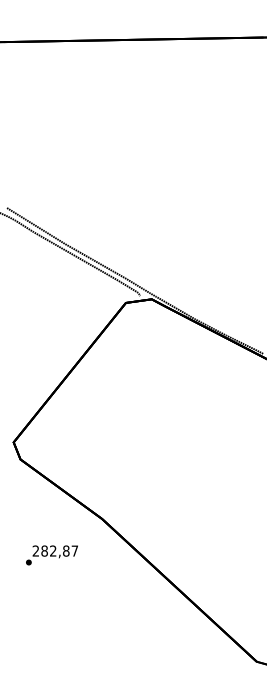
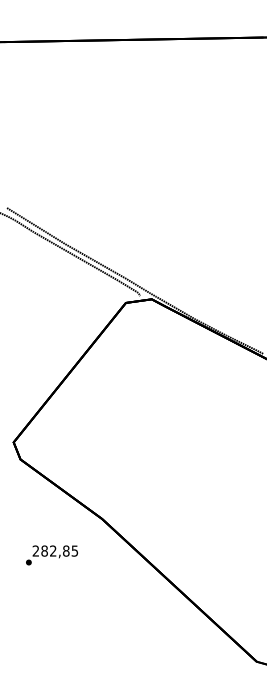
text at (74, 550): 282,87 -> 282,85
